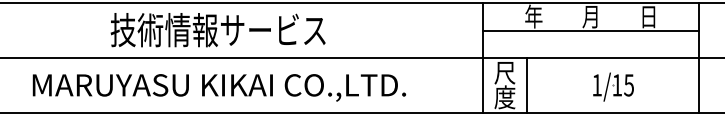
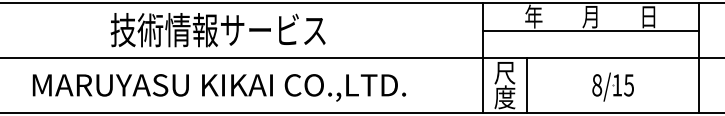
text at (597, 85): 1/15 -> 8/15
